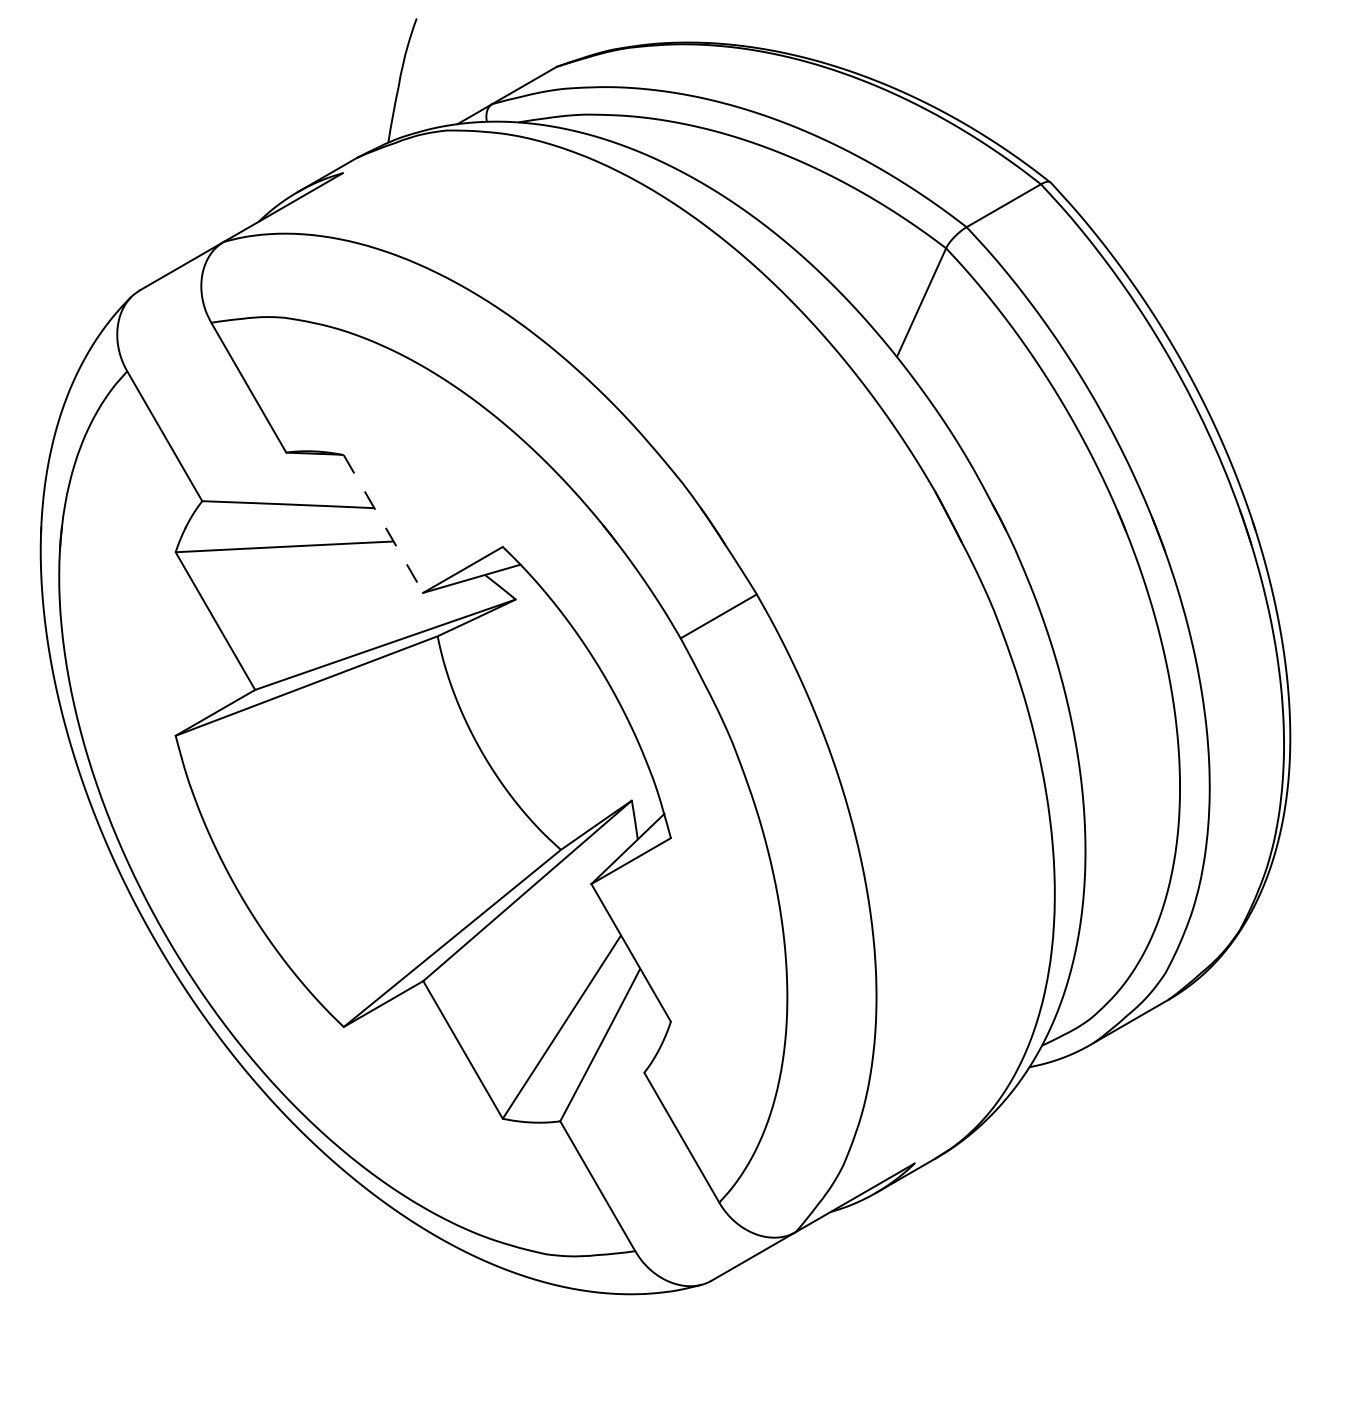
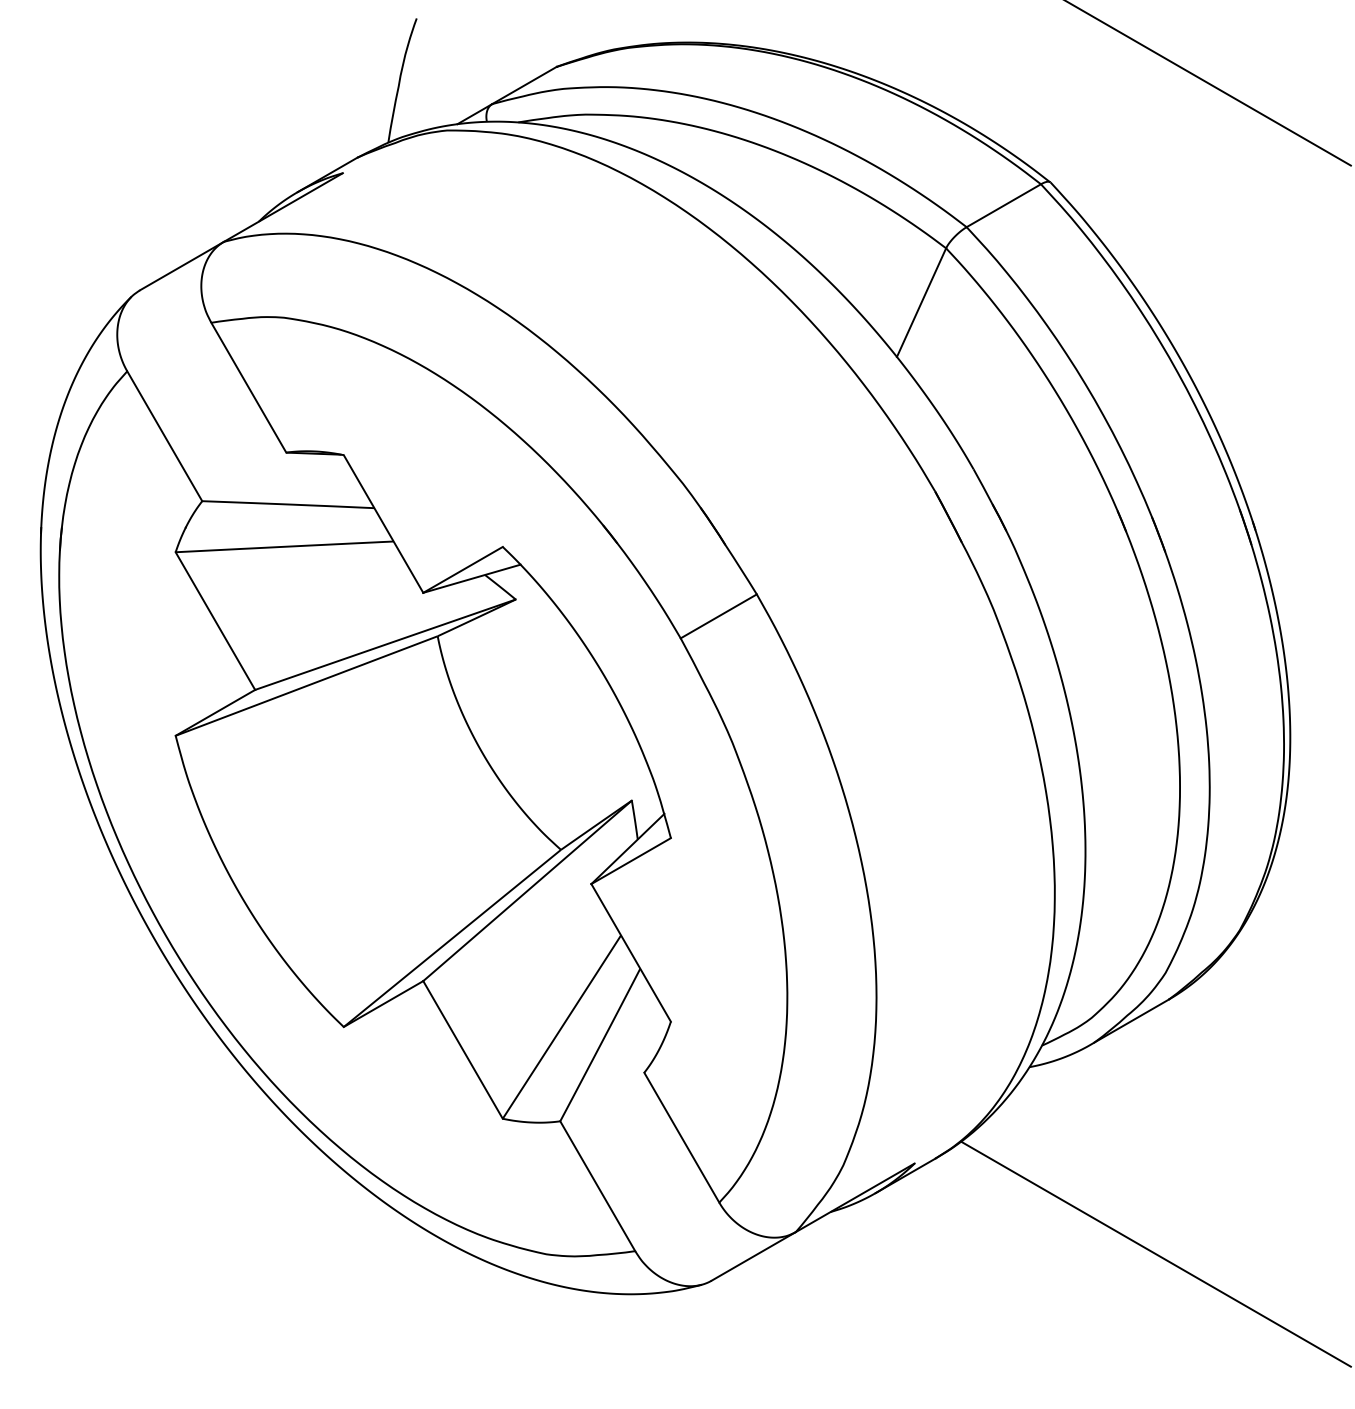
line at (1209, 83): none -> present
line at (383, 524): dashed -> solid
line at (1155, 1253): none -> present
